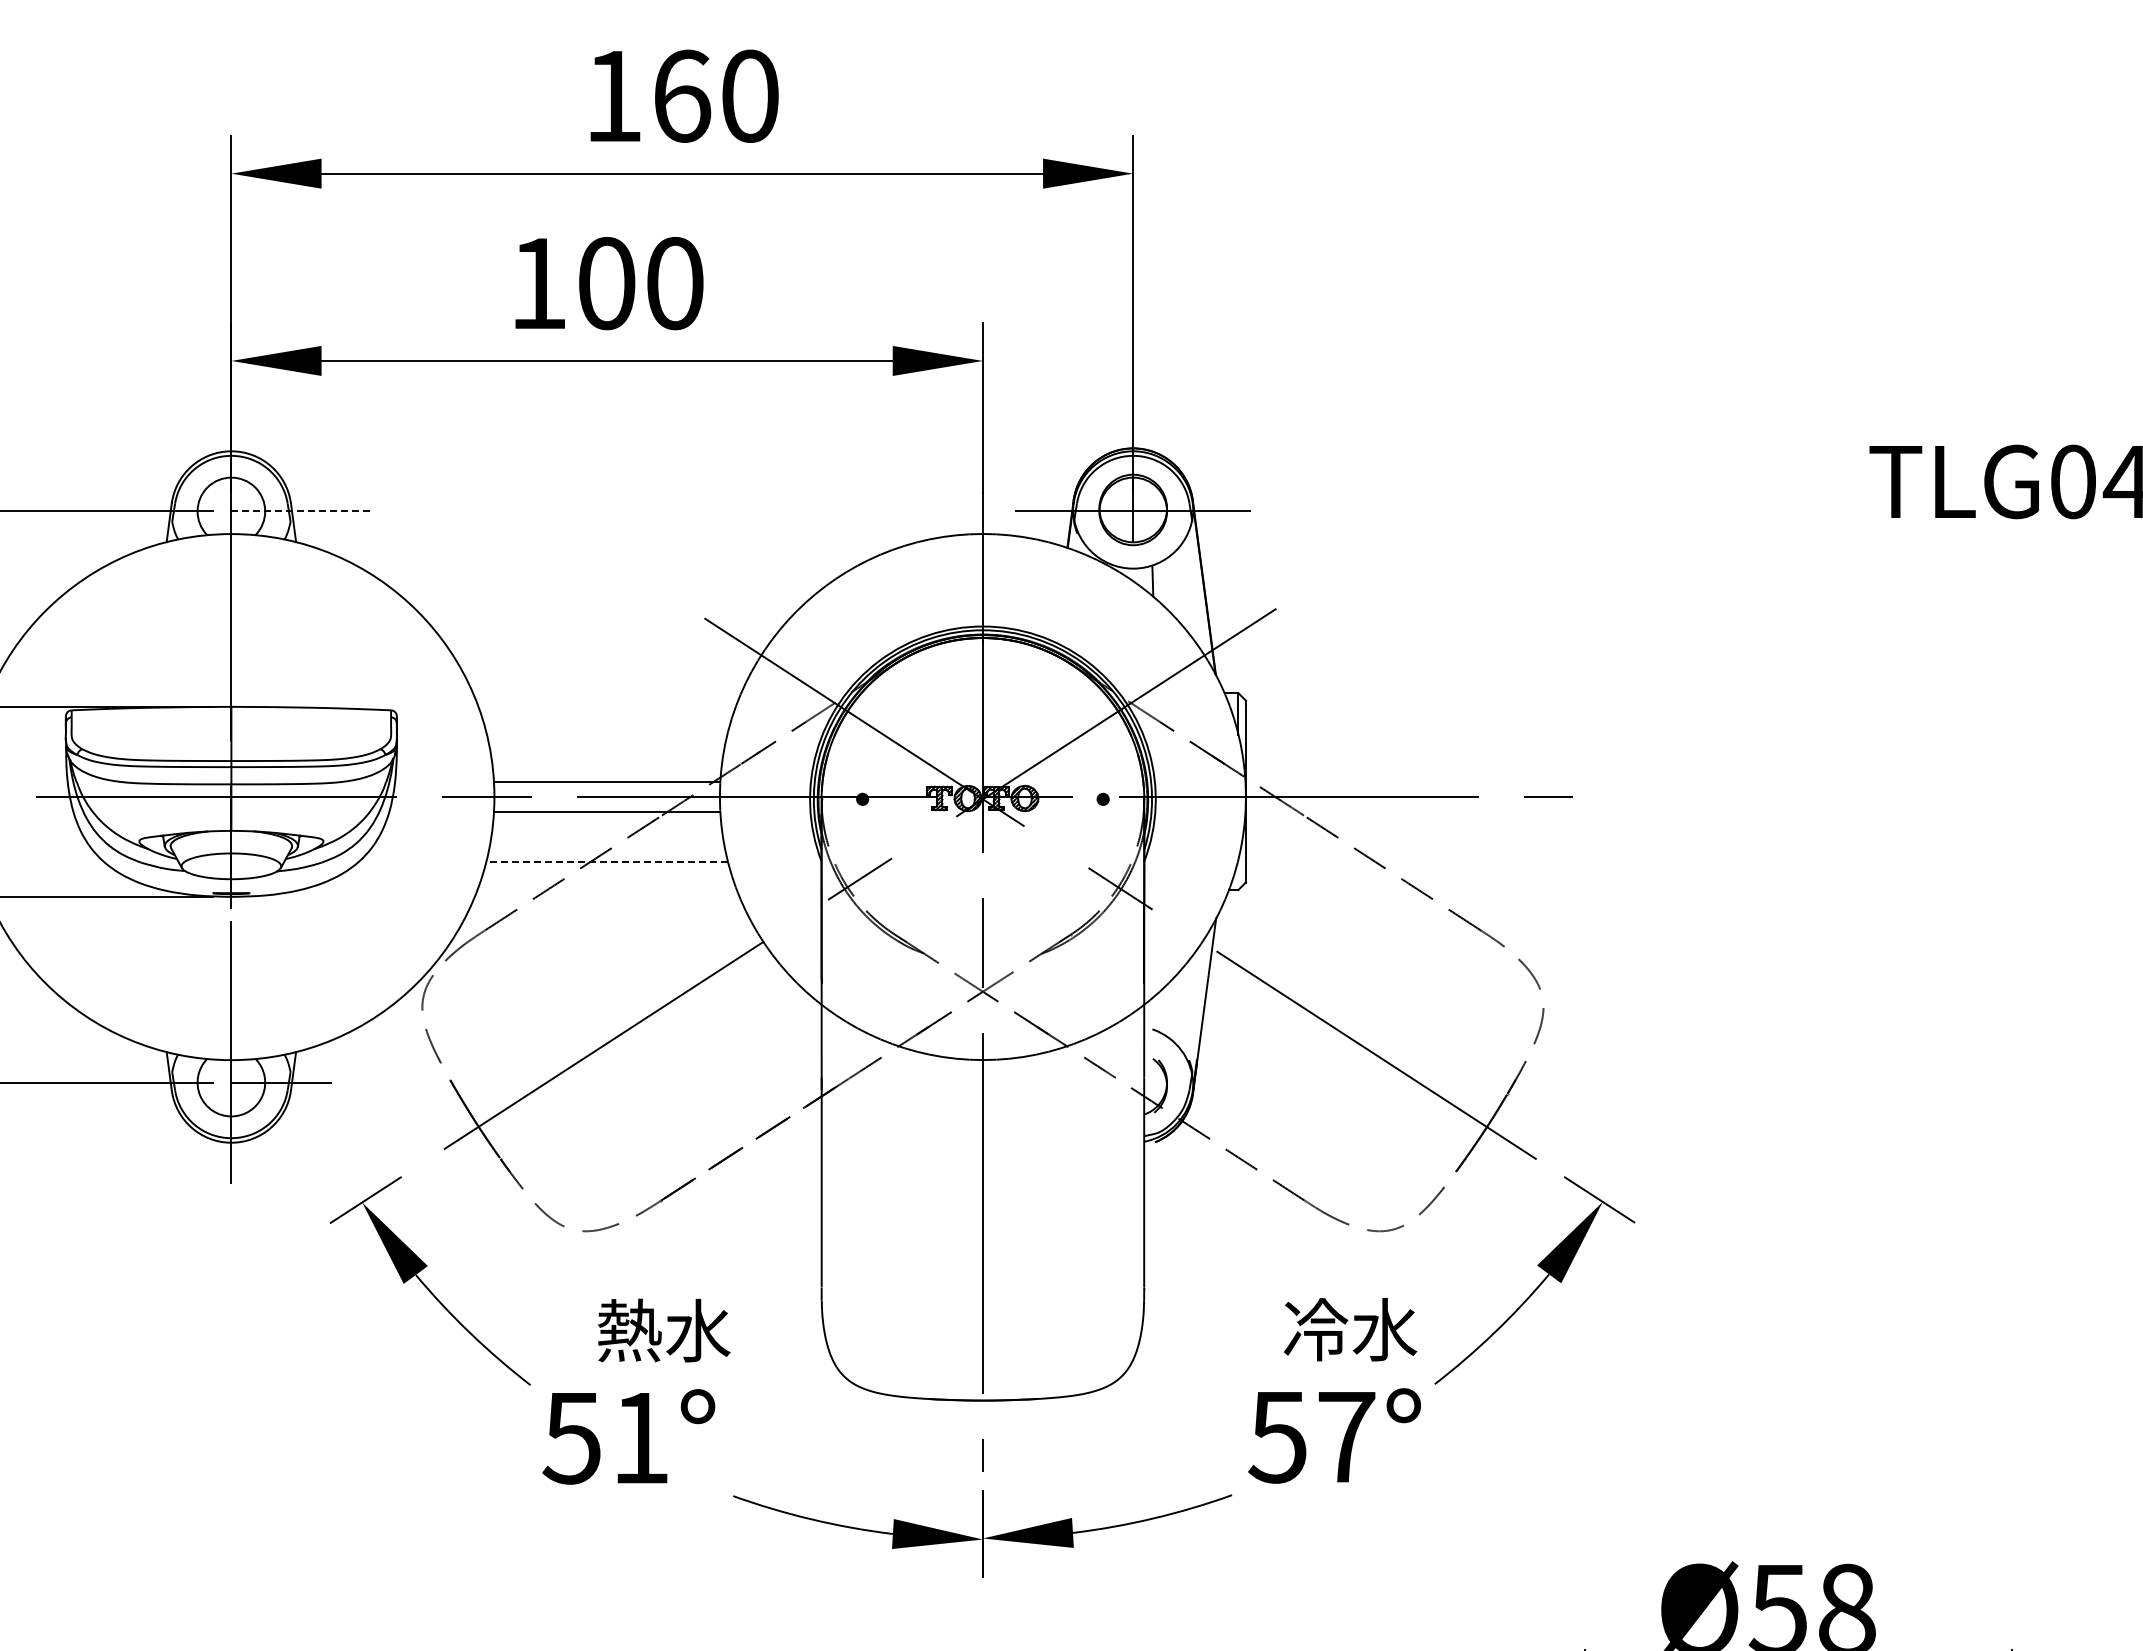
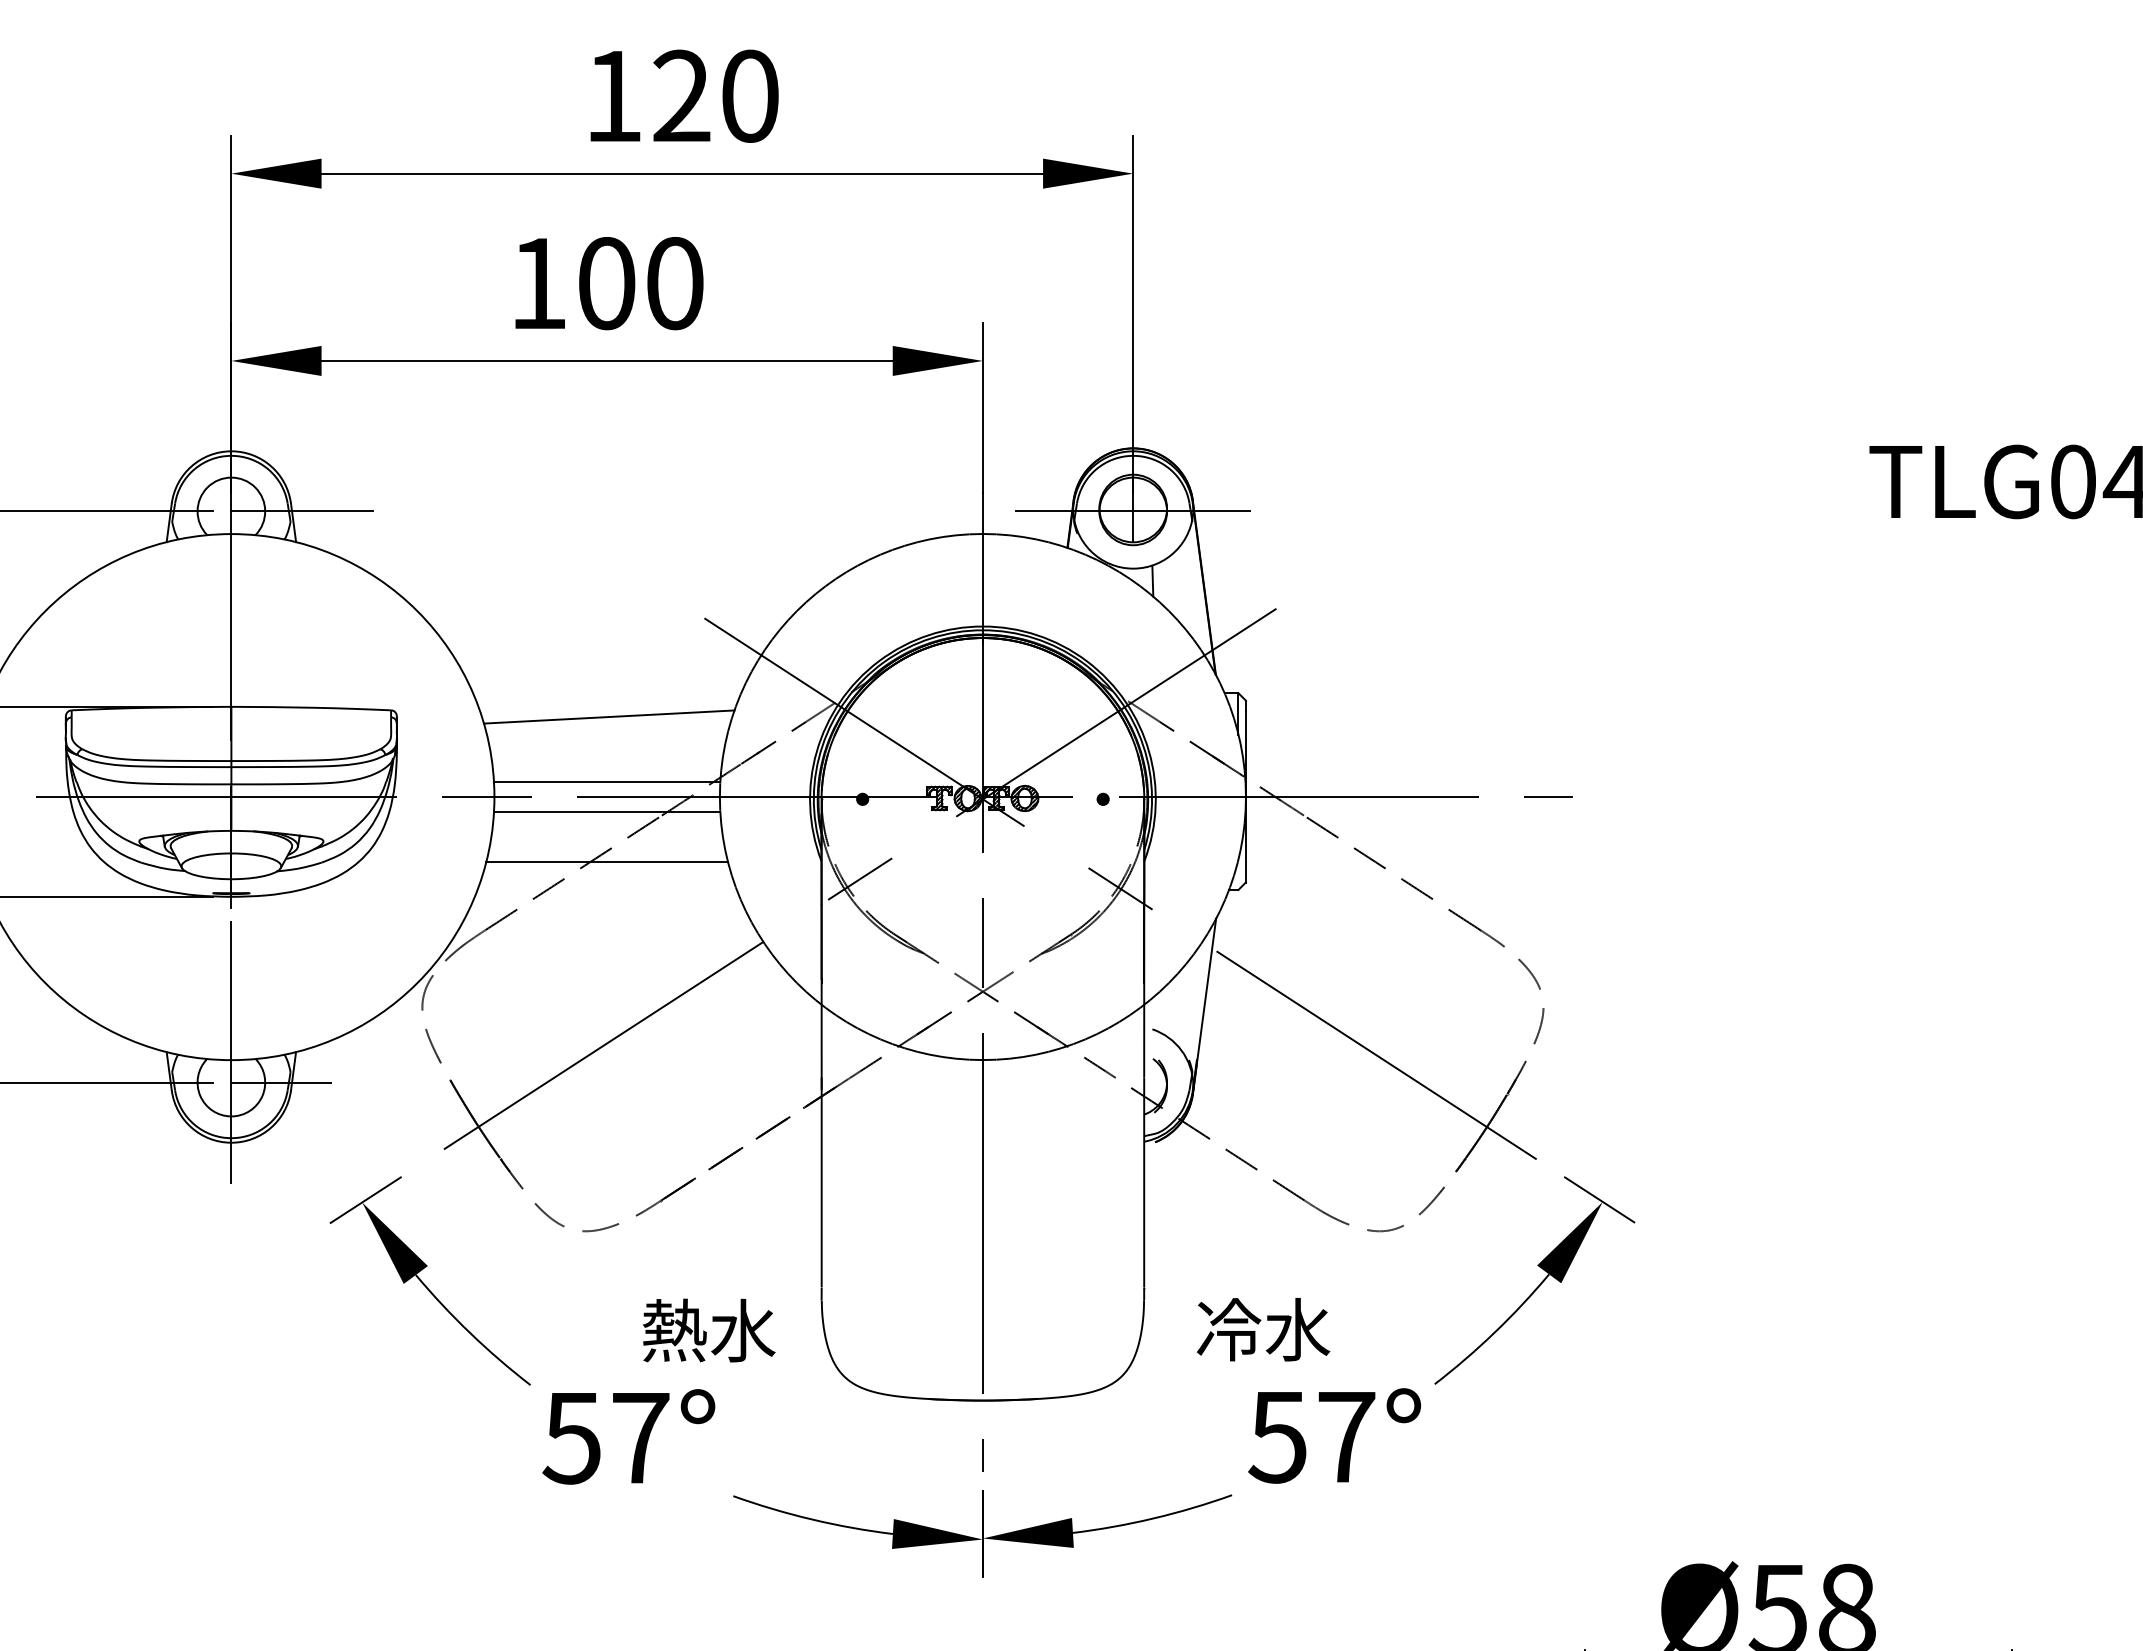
text at (682, 95): 160 -> 120
line at (301, 511): dashed -> solid
line at (608, 716): none -> present
line at (607, 861): dashed -> solid
text at (1350, 1329) position: (1350, 1329) -> (1263, 1329)
text at (663, 1330) position: (663, 1330) -> (708, 1330)
text at (641, 1438): 51° -> 57°
